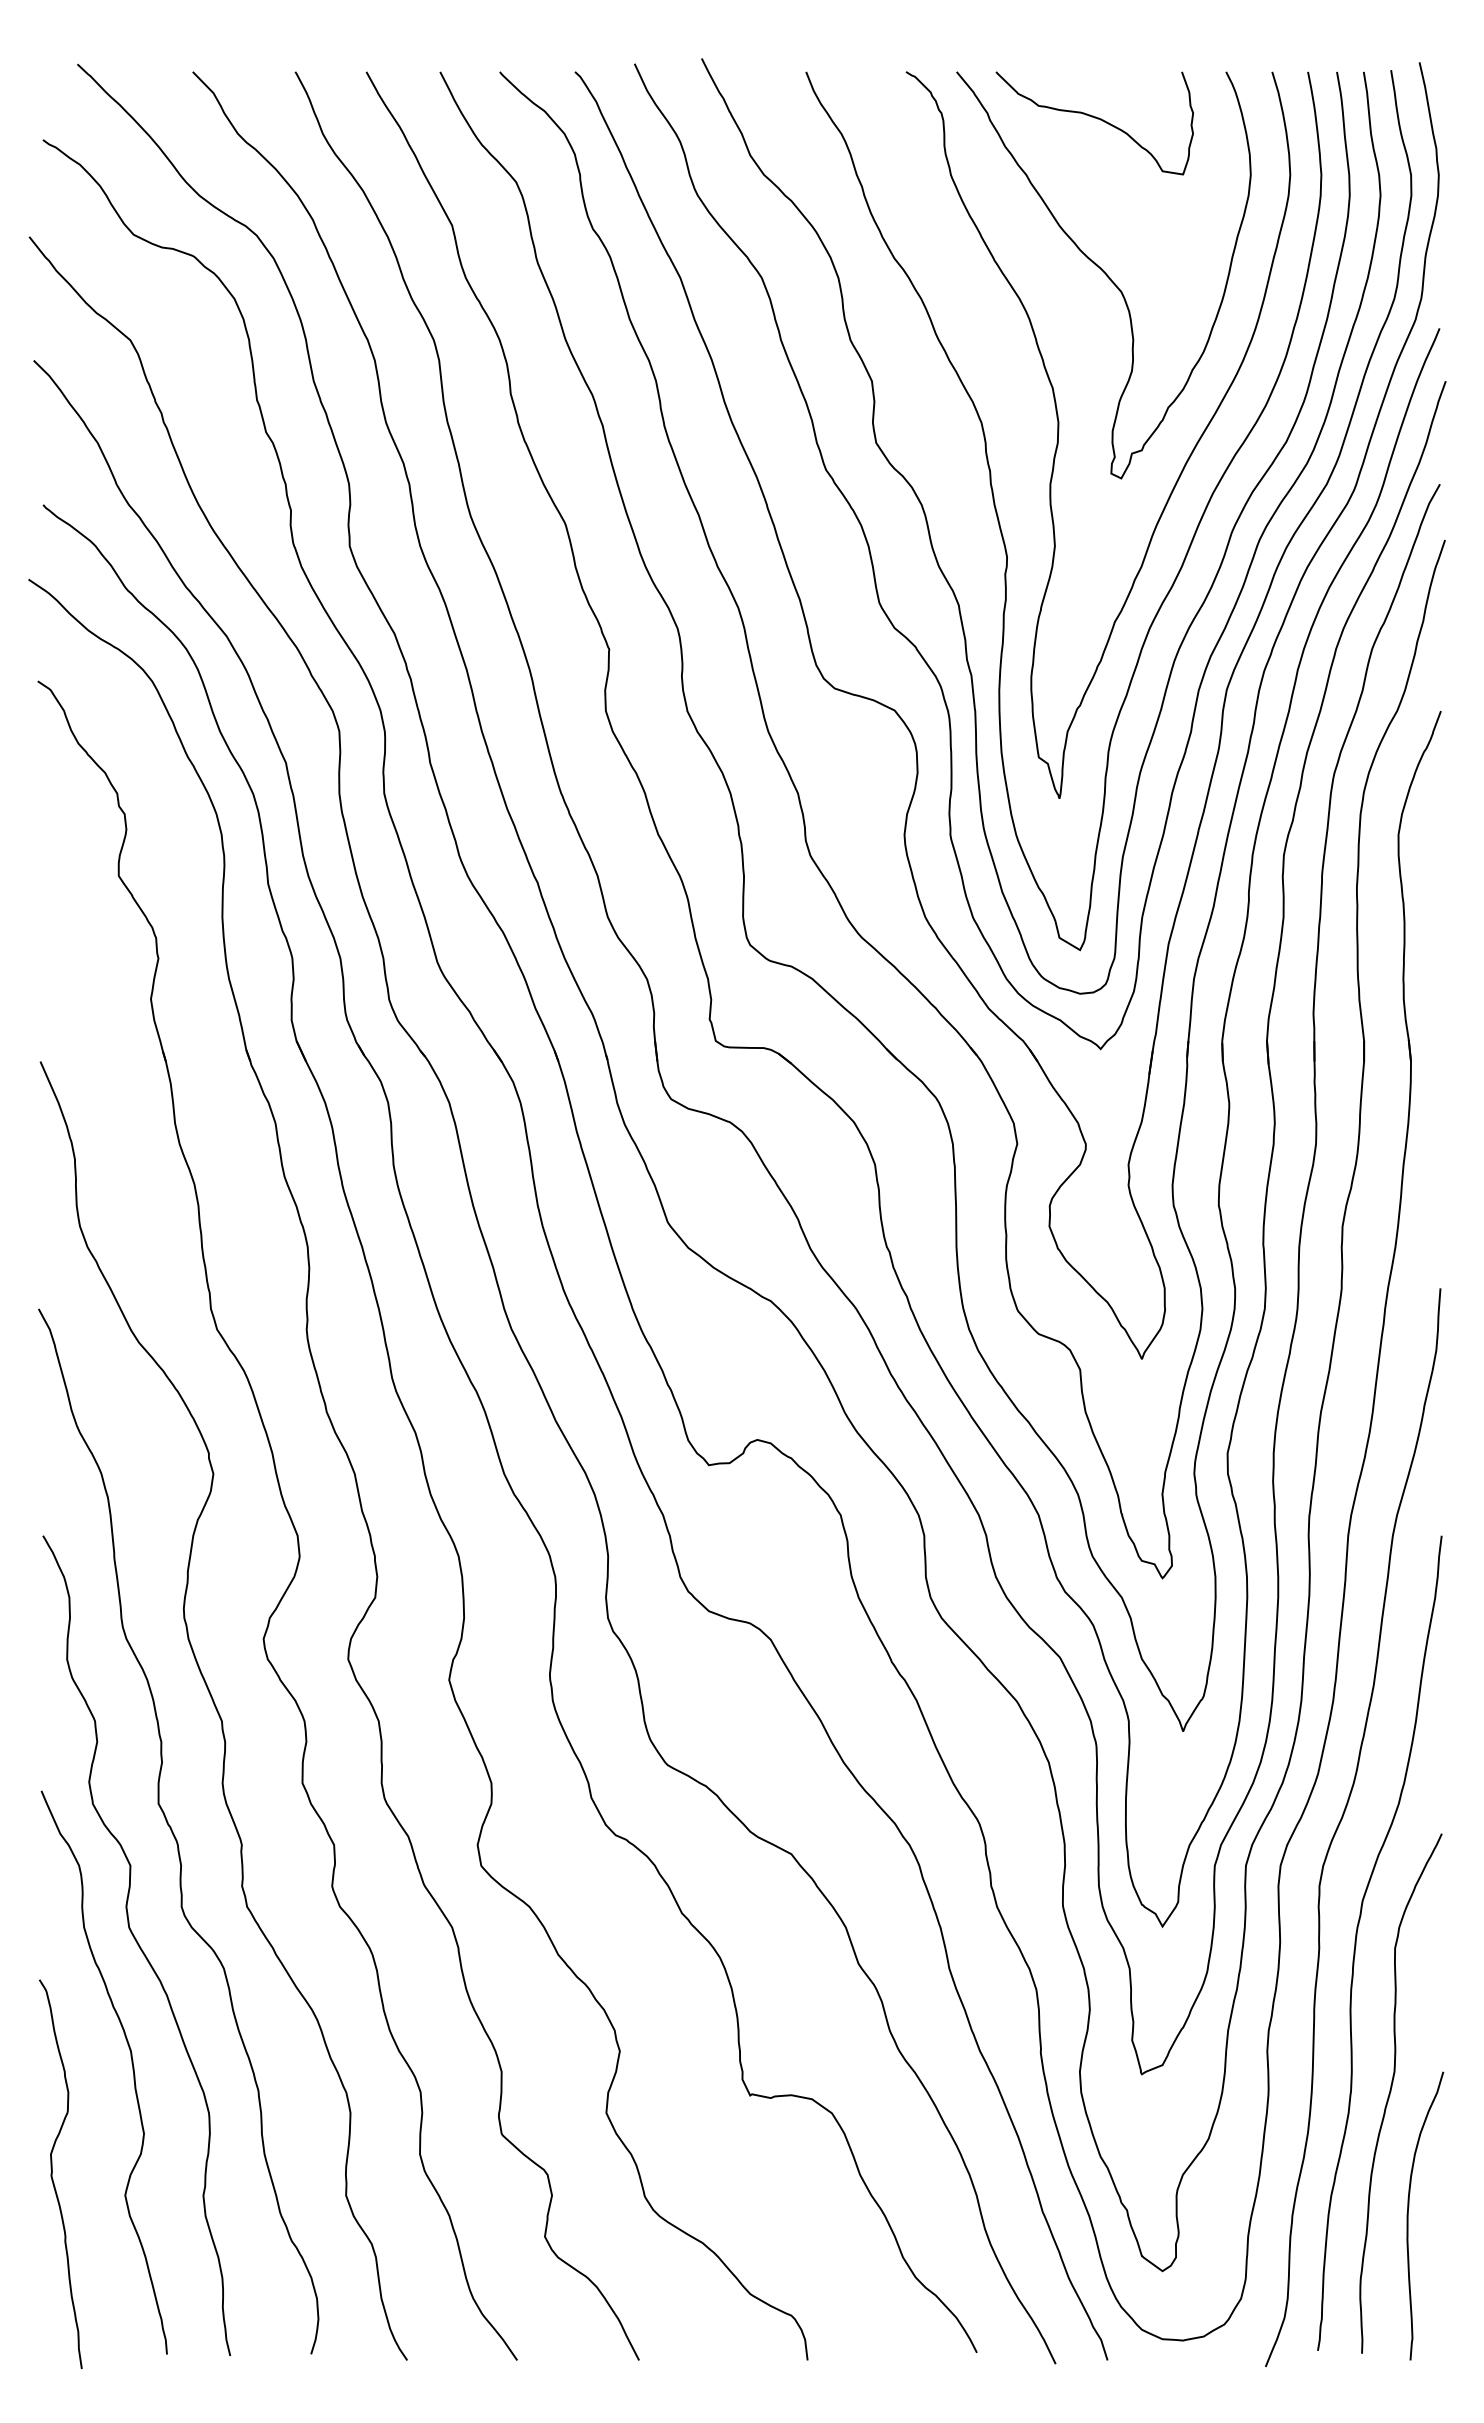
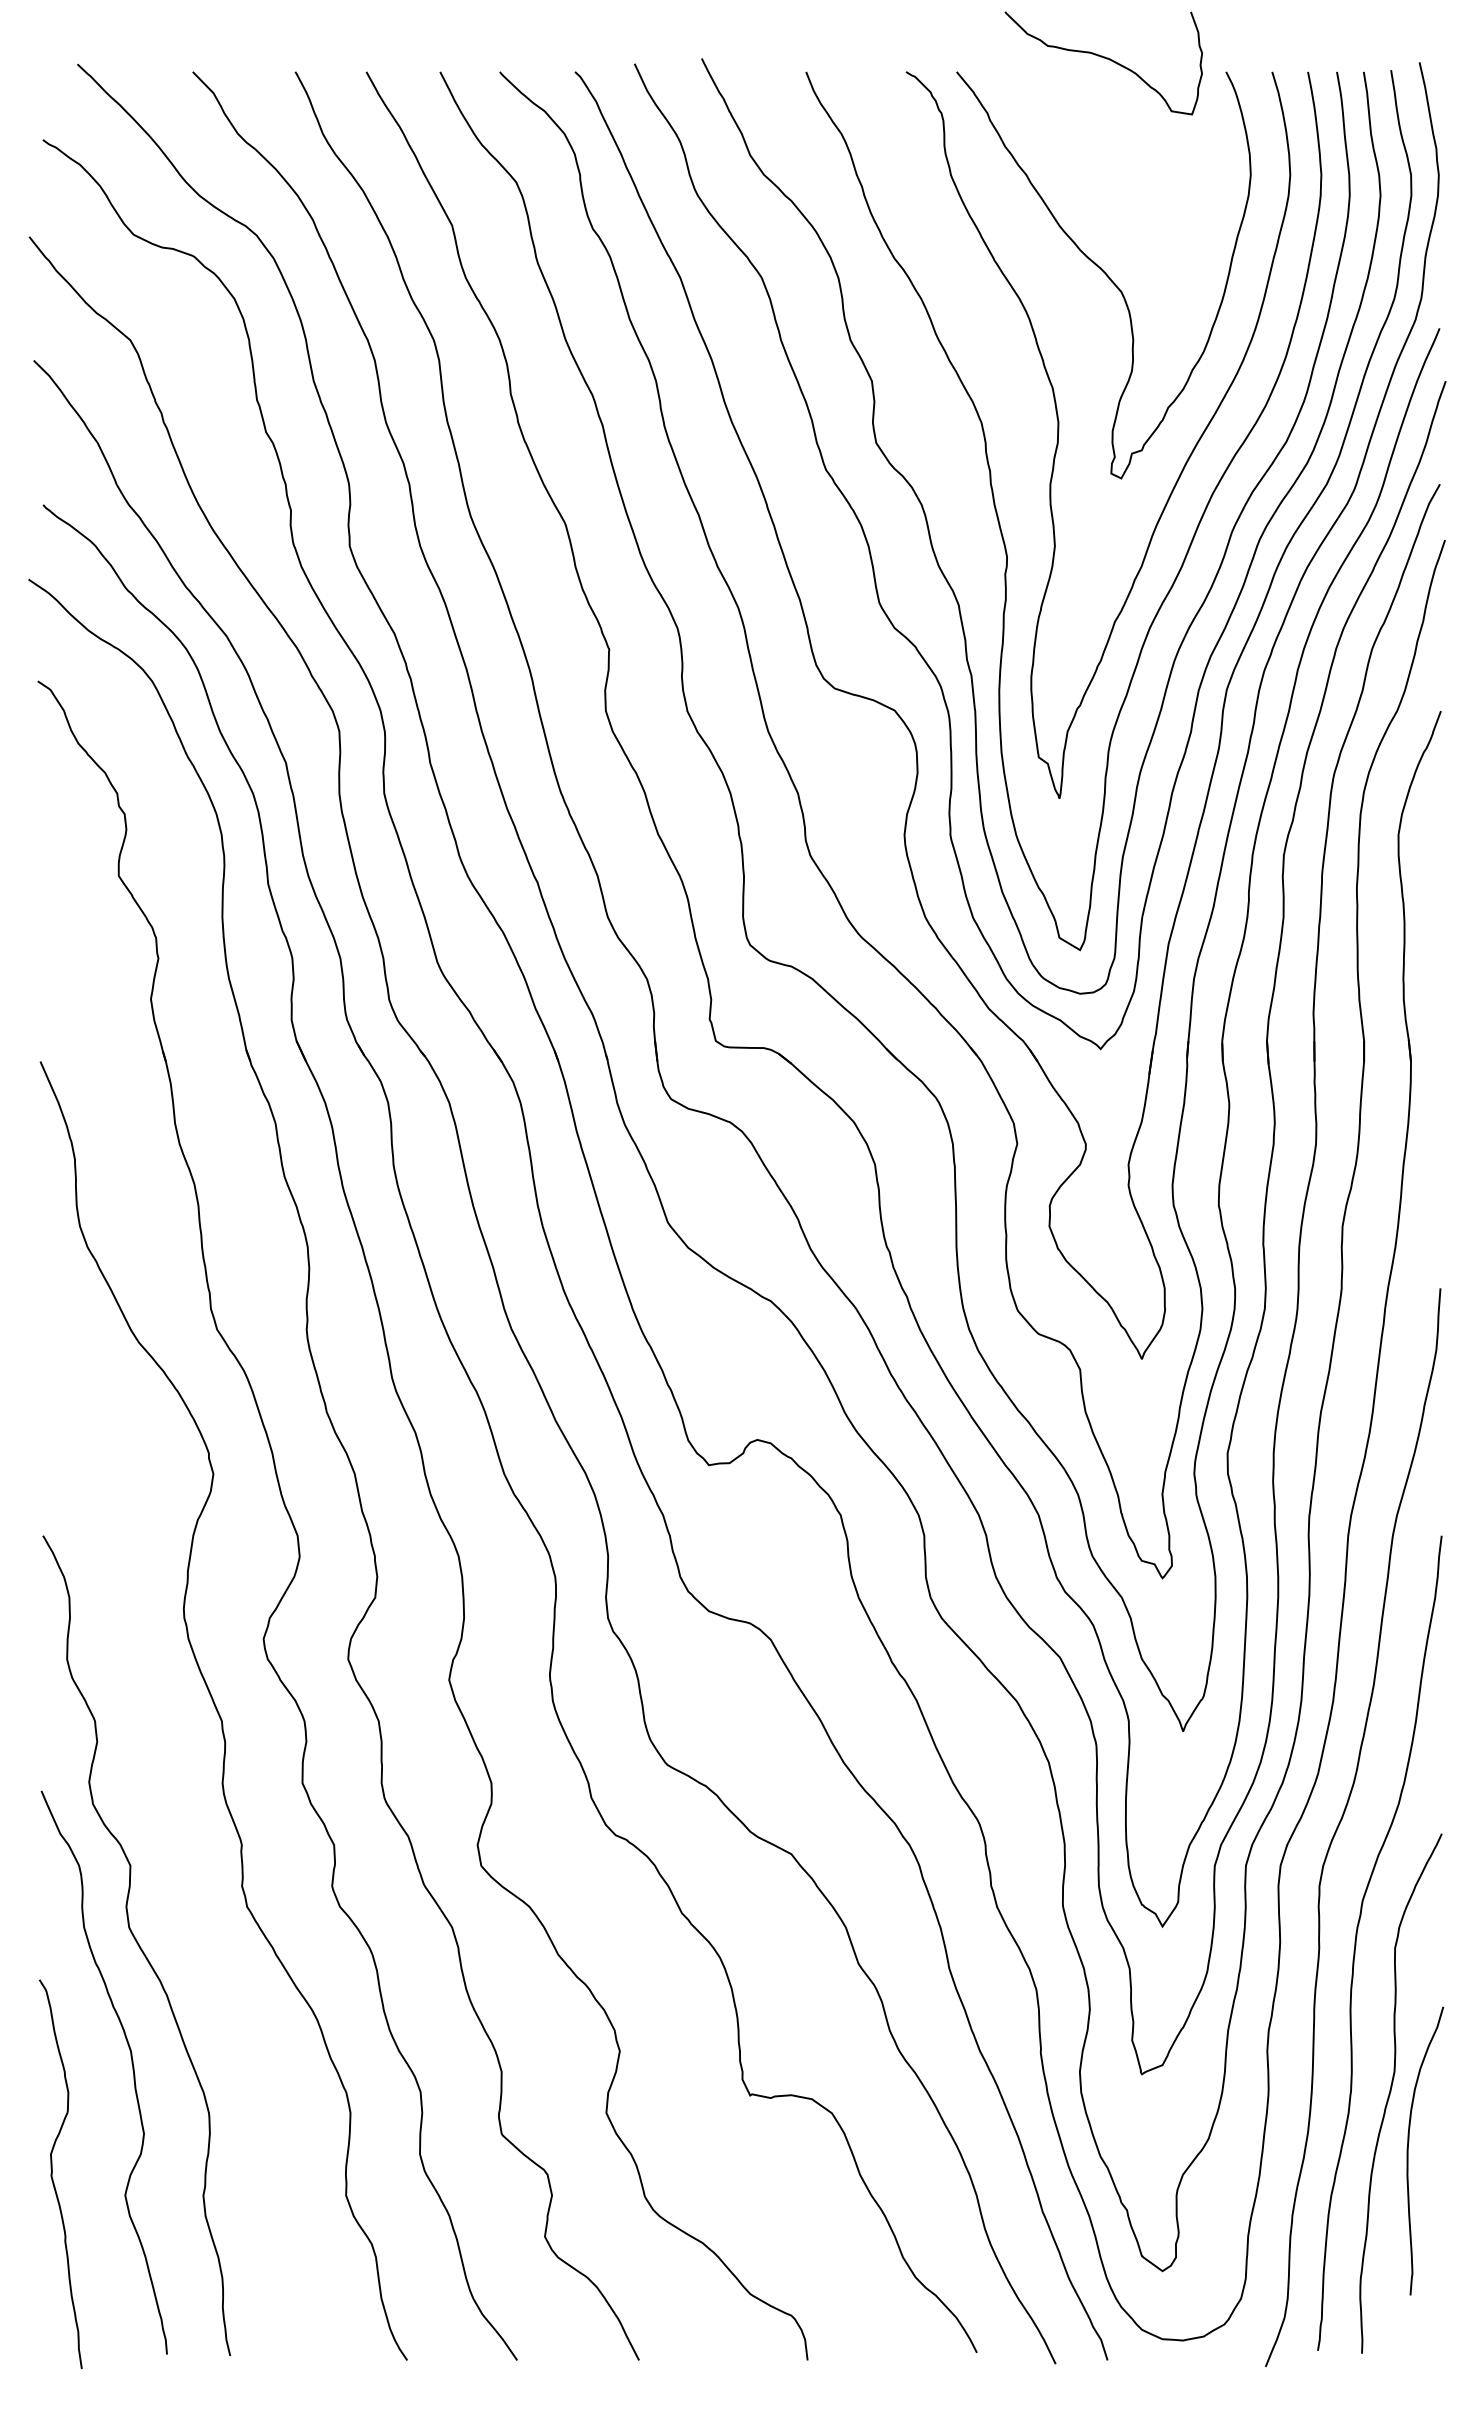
curve at (1094, 118) position: (1094, 118) -> (1103, 58)
curve at (173, 1831): present -> none
curve at (1408, 2215) position: (1408, 2215) -> (1408, 2150)
